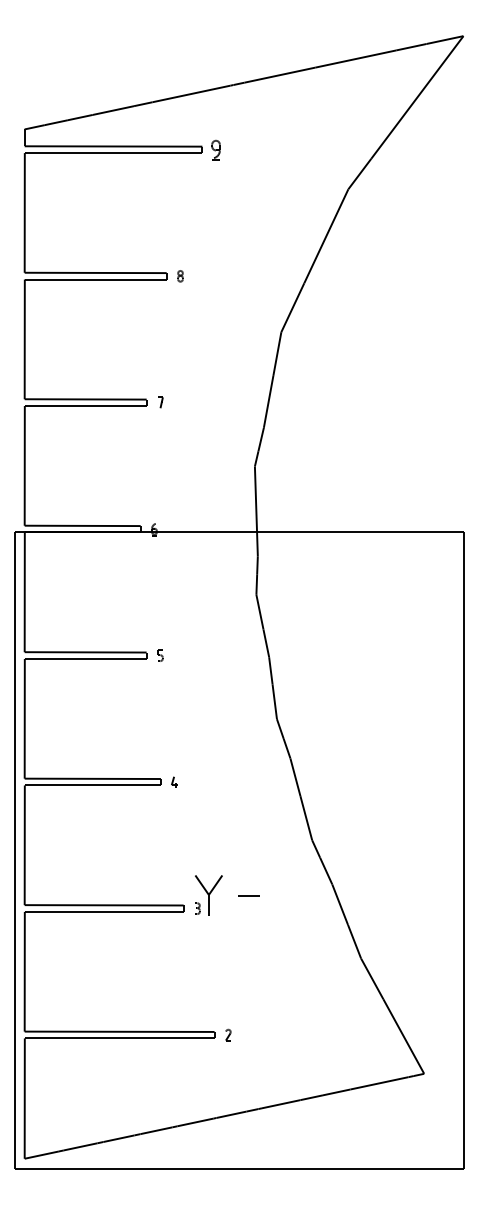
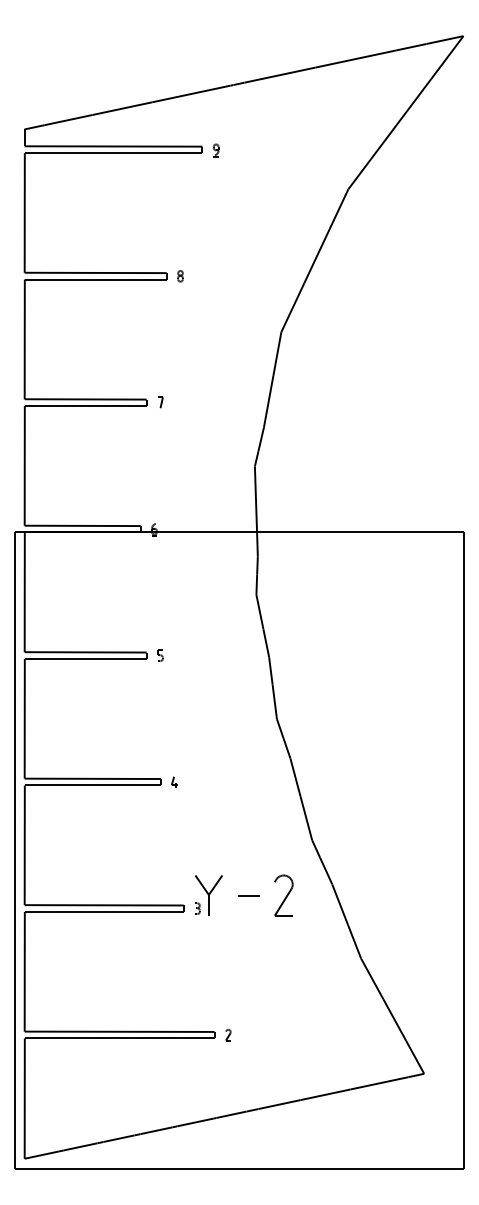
part at (215, 149) size: 10x22 px -> 7x15 px
part at (283, 895): none -> present
